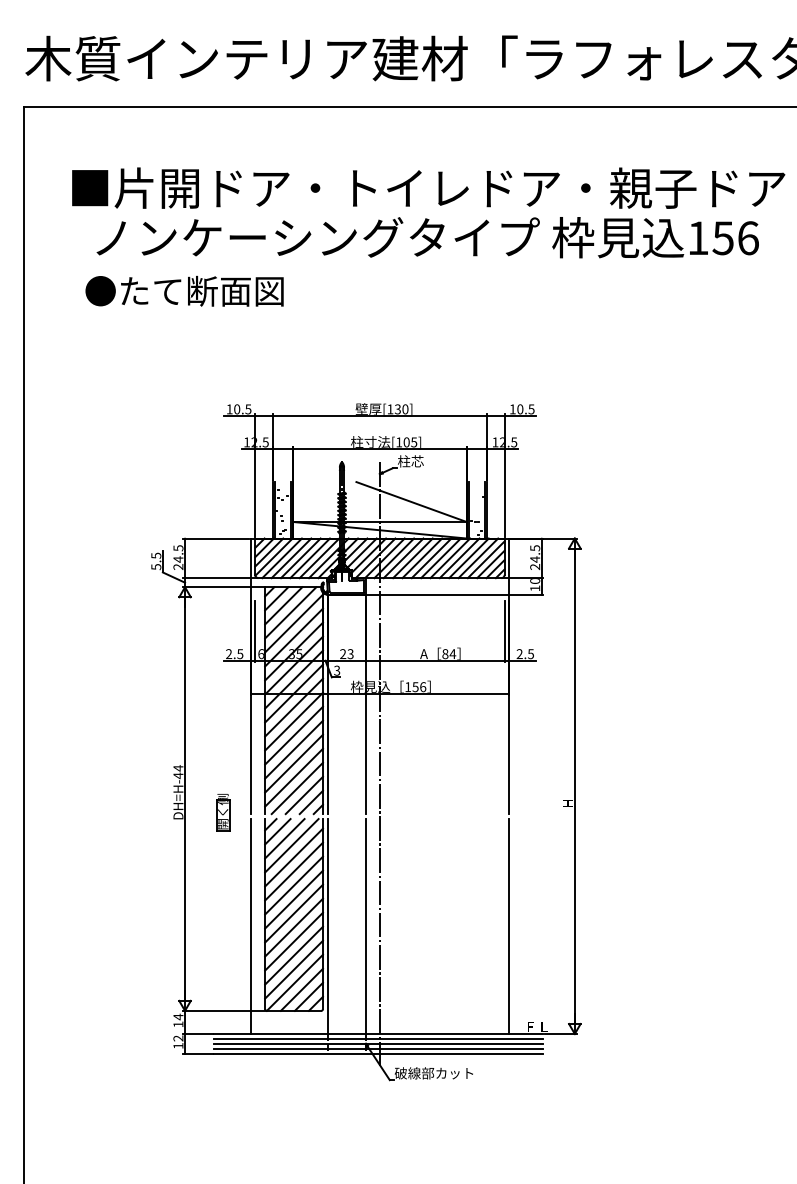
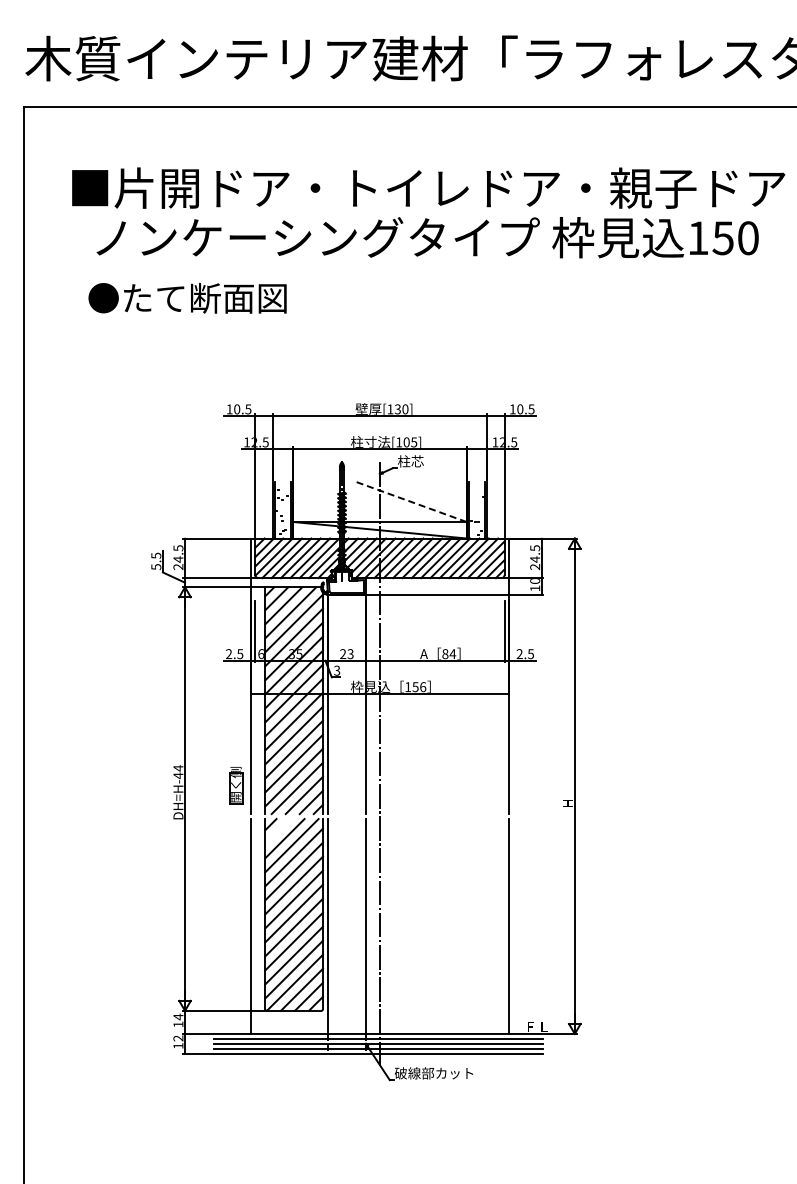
text at (748, 238): 156 -> 150
text at (184, 290) position: (184, 290) -> (187, 297)
line at (411, 502): solid -> dashed
part at (223, 812) position: (223, 812) -> (236, 785)
line at (277, 831): present -> none
